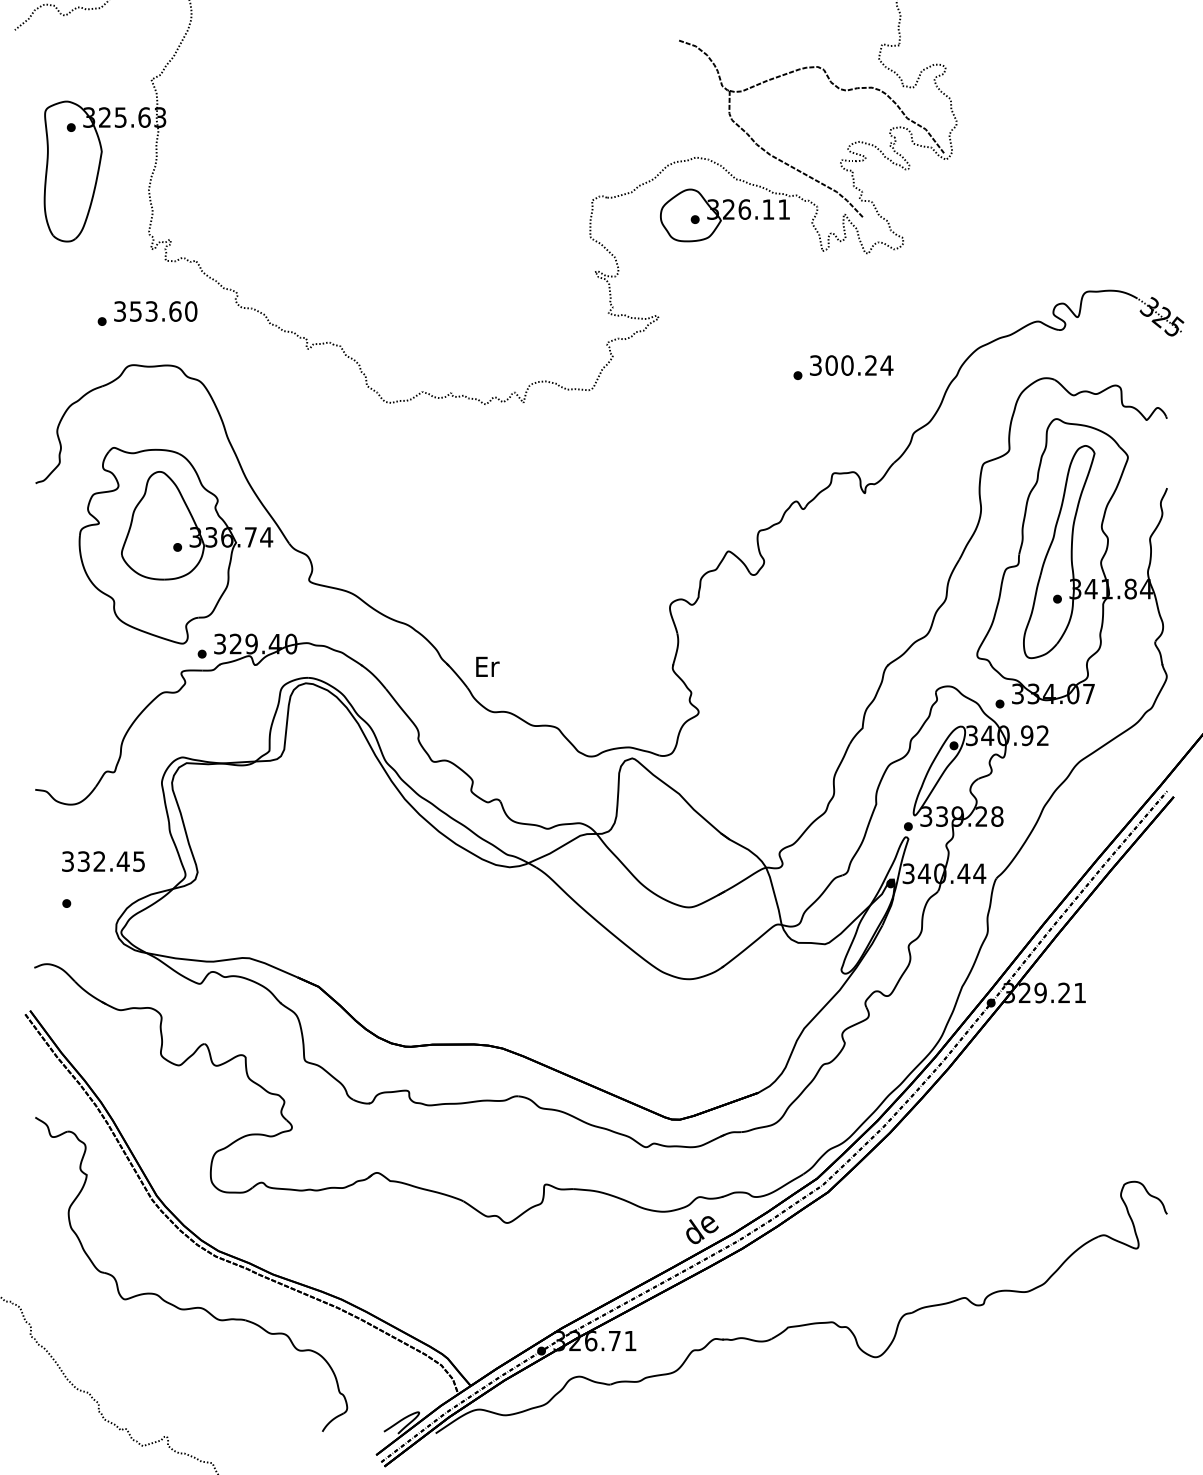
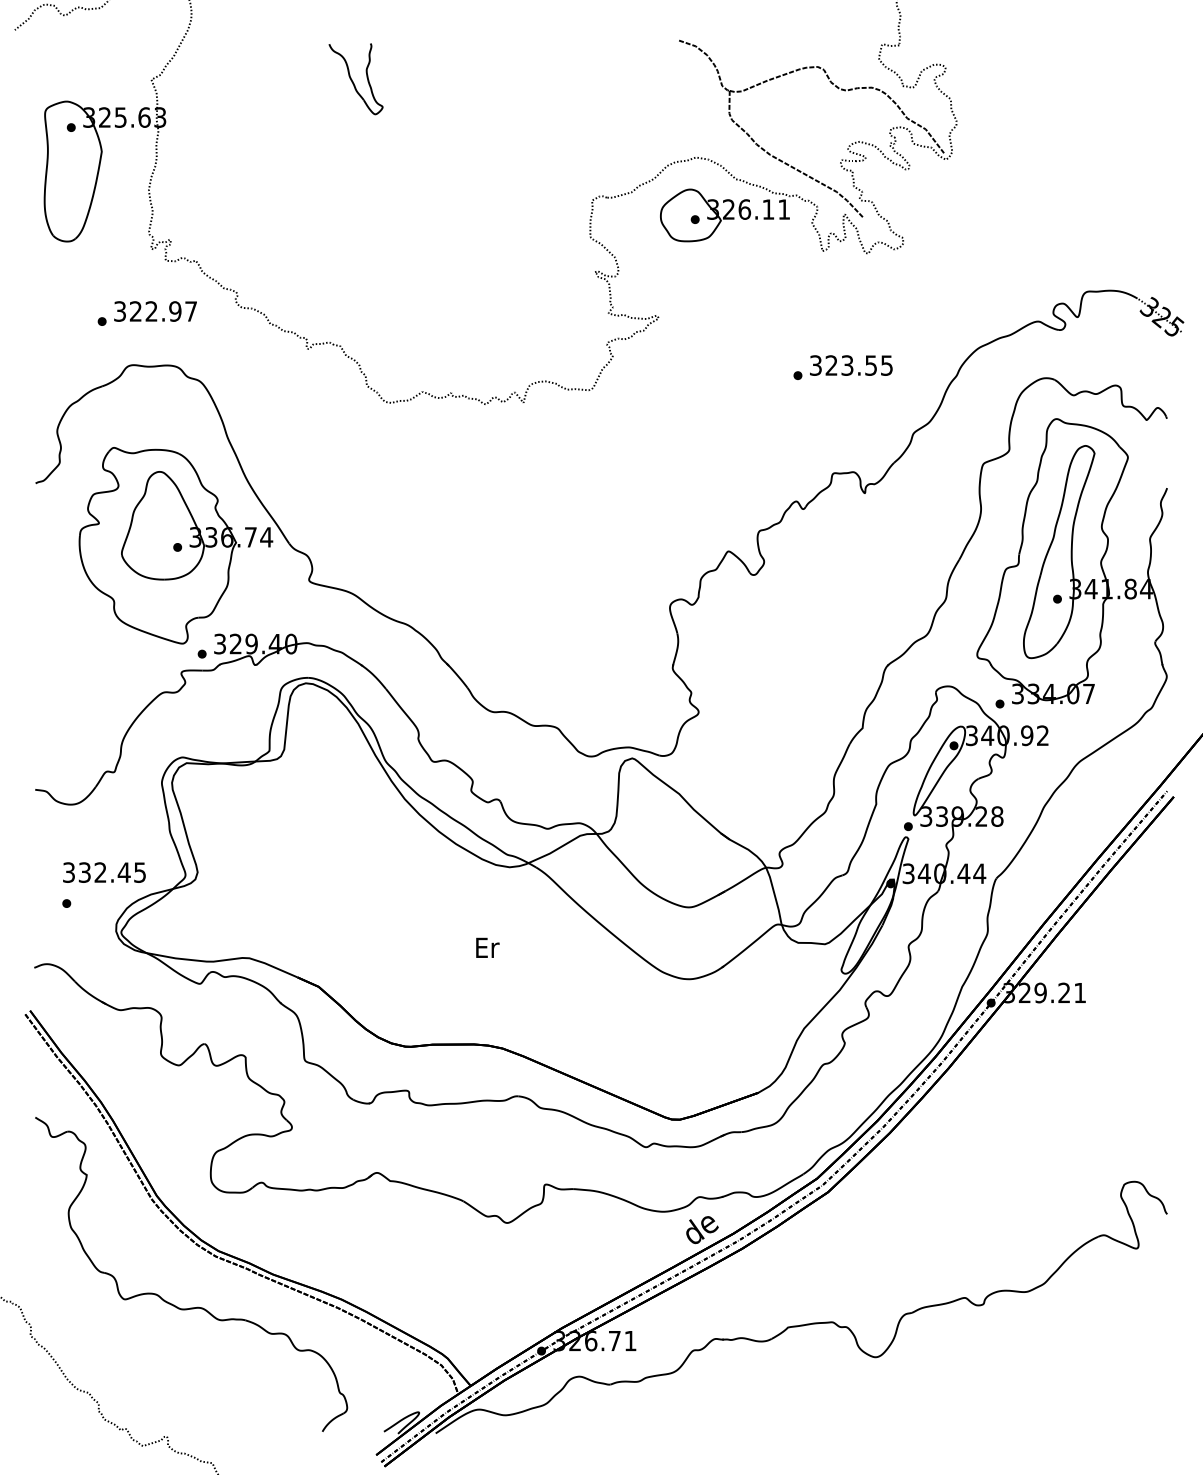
part at (355, 79): none -> present
text at (163, 311): 353.60 -> 322.97
text at (859, 365): 300.24 -> 323.55
text at (487, 666) position: (487, 666) -> (487, 947)
text at (103, 861) position: (103, 861) -> (104, 872)
